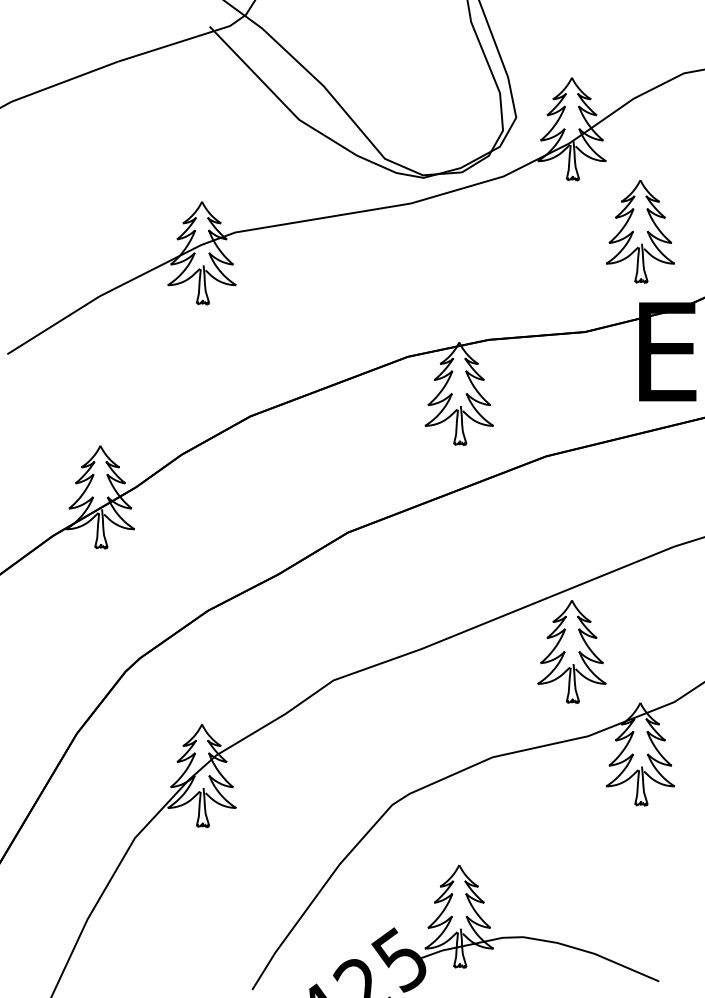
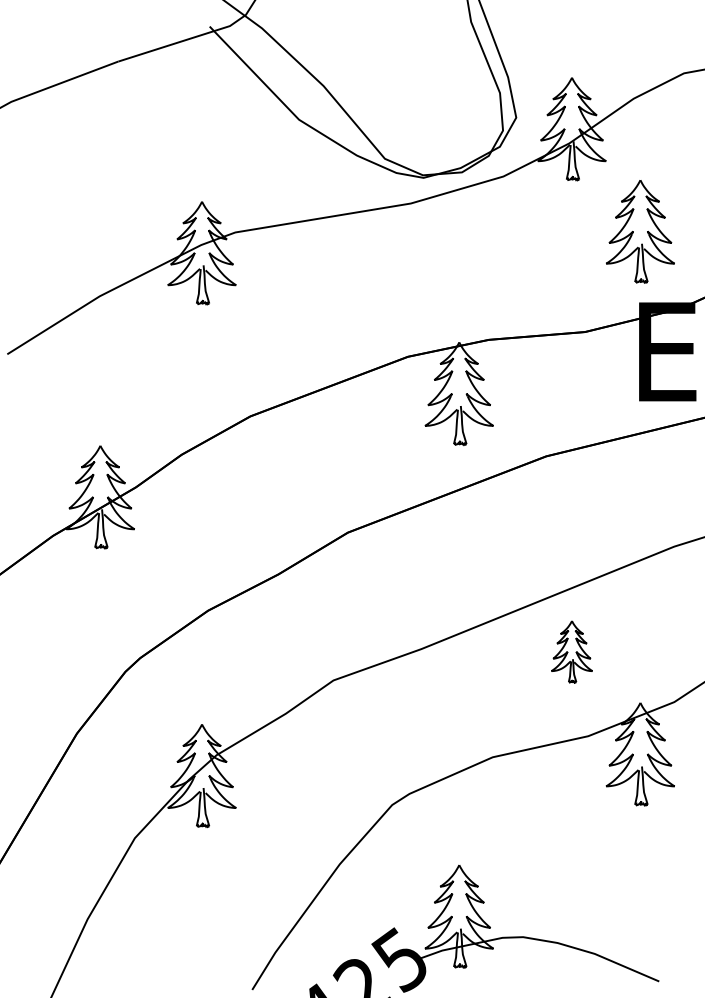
part at (571, 651) size: 70x104 px -> 42x64 px
